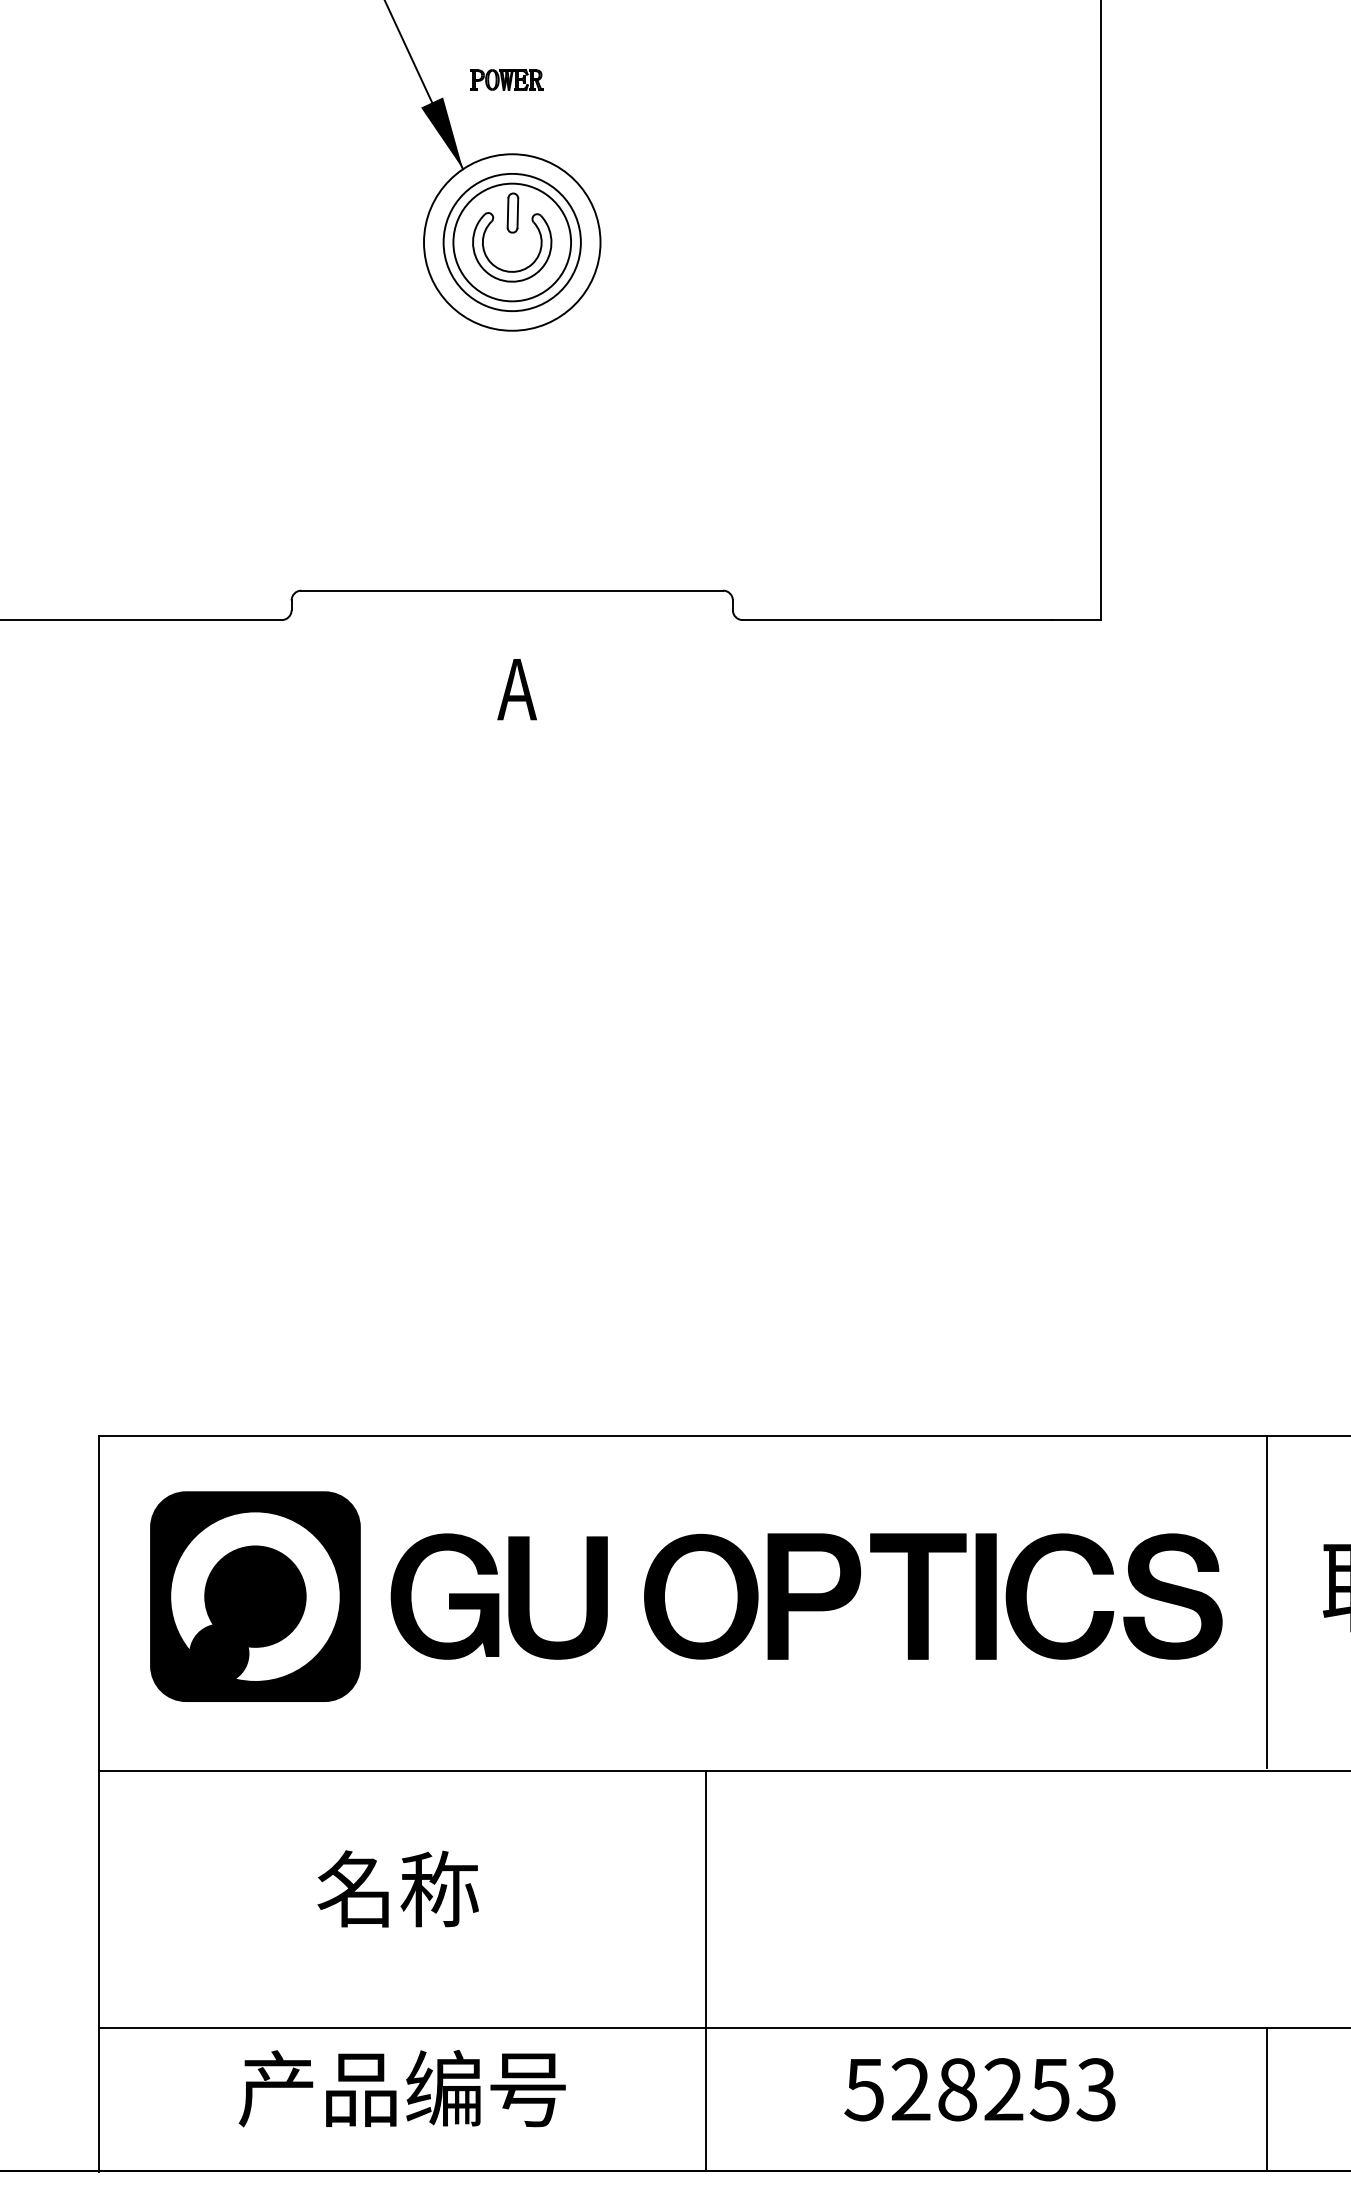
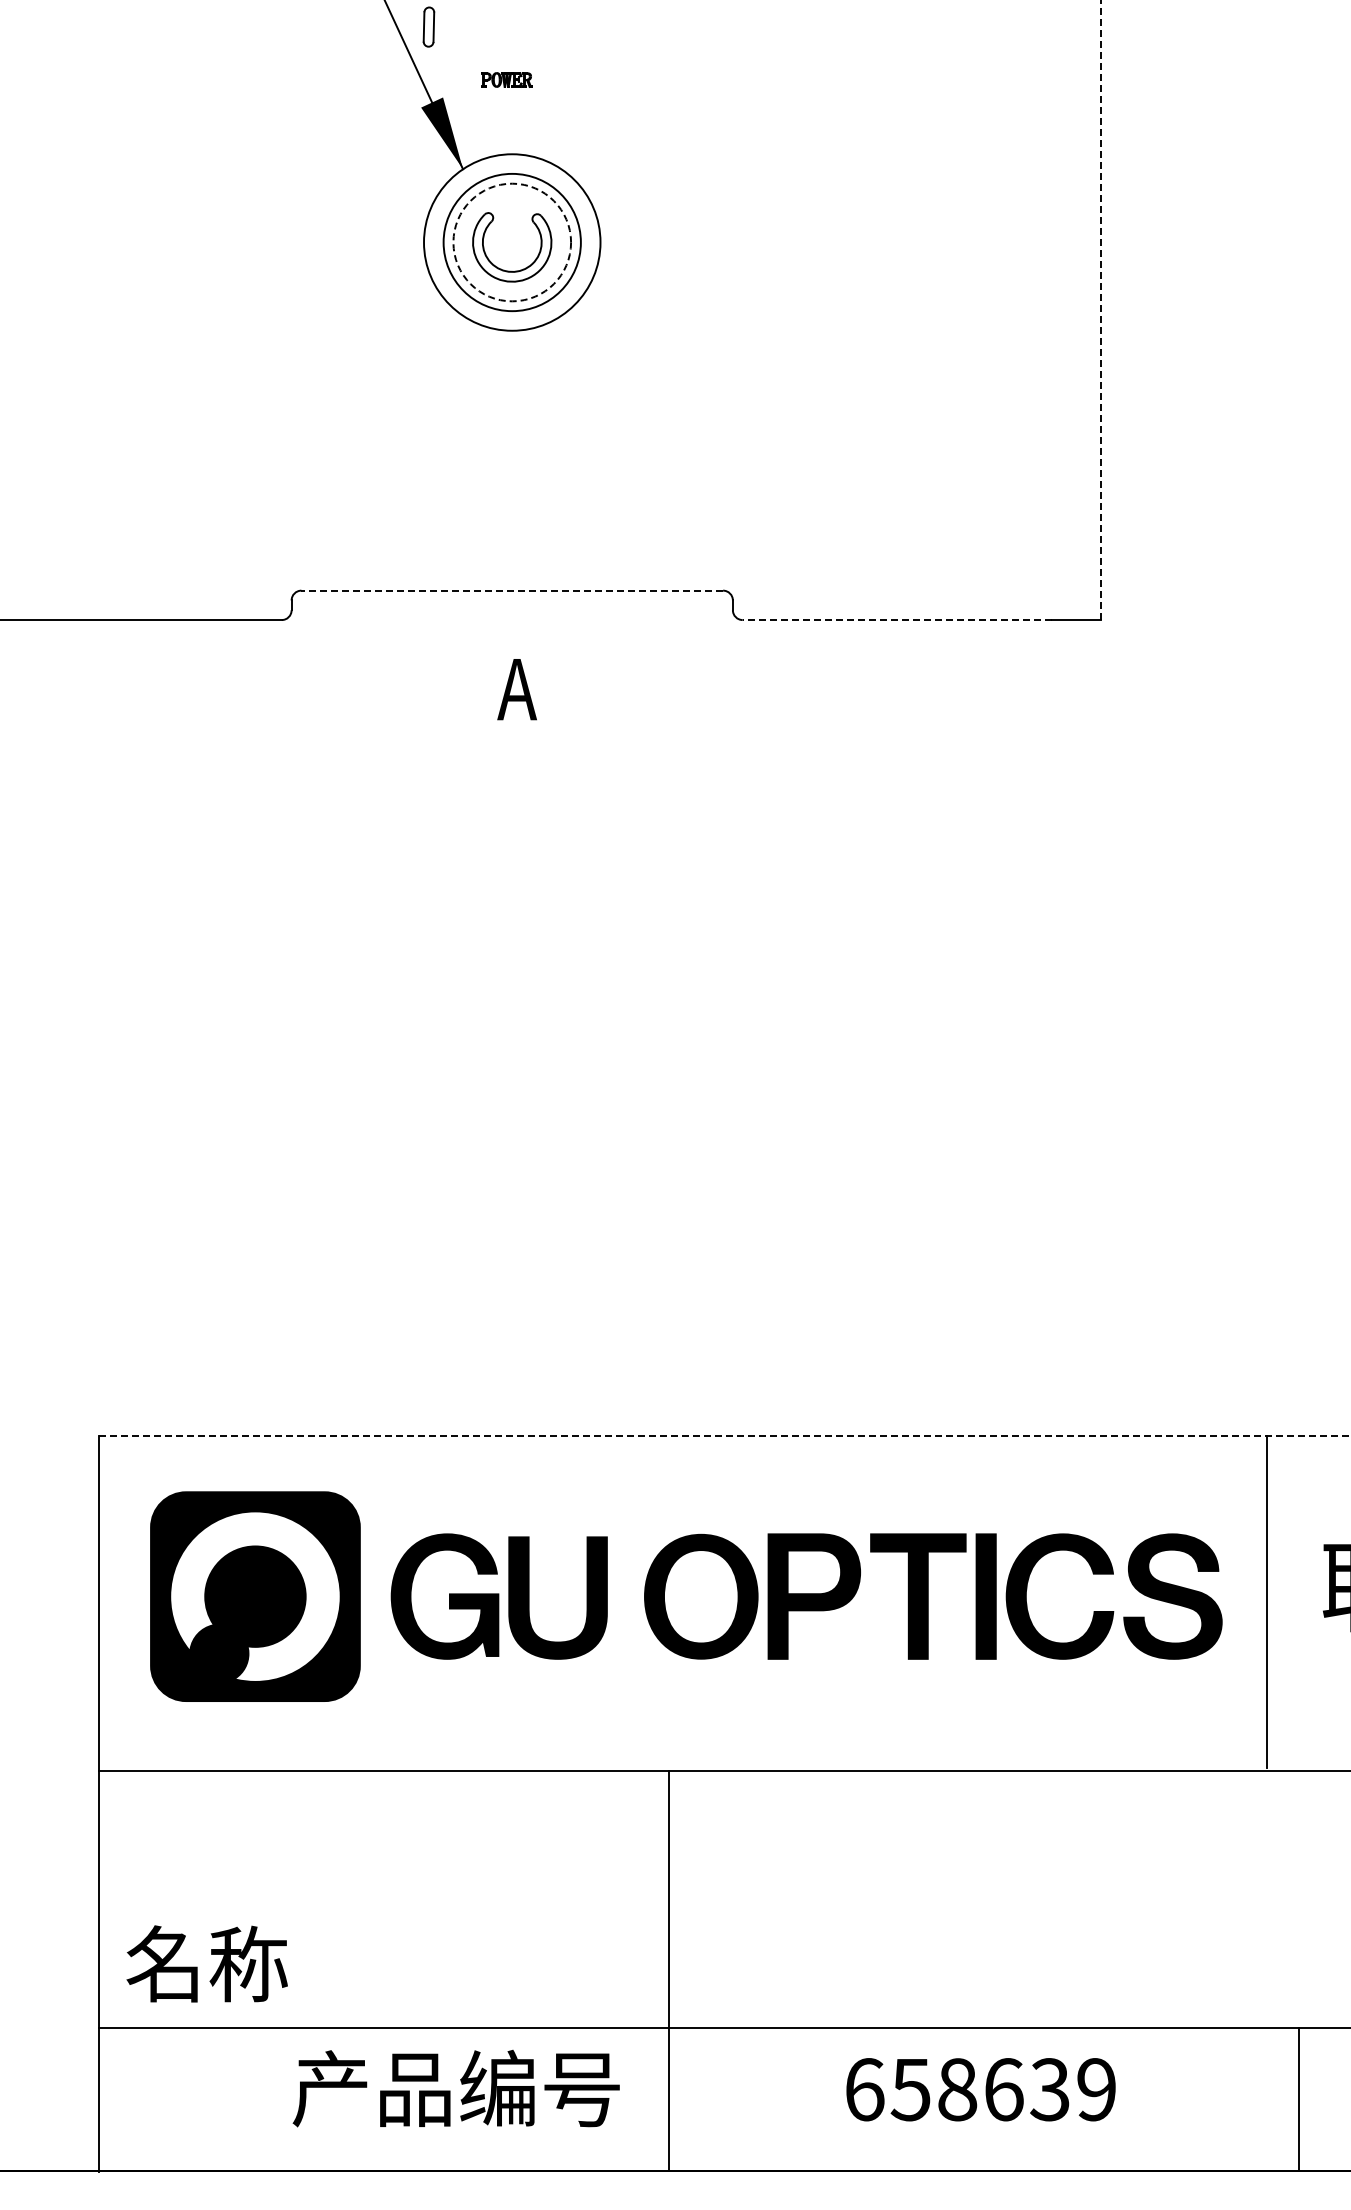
part at (506, 79) size: 74x22 px -> 52x16 px
part at (512, 212) position: (512, 212) -> (428, 26)
circle at (512, 242): solid -> dashed
line at (1100, 310): solid -> dashed
line at (512, 590): solid -> dashed
line at (896, 620): solid -> dashed
line at (725, 1435): solid -> dashed
text at (397, 1888) position: (397, 1888) -> (206, 1963)
line at (706, 1970) position: (706, 1970) -> (669, 1970)
text at (401, 2088) position: (401, 2088) -> (455, 2088)
text at (979, 2089): 528253 -> 658639
line at (1267, 2098) position: (1267, 2098) -> (1299, 2098)
